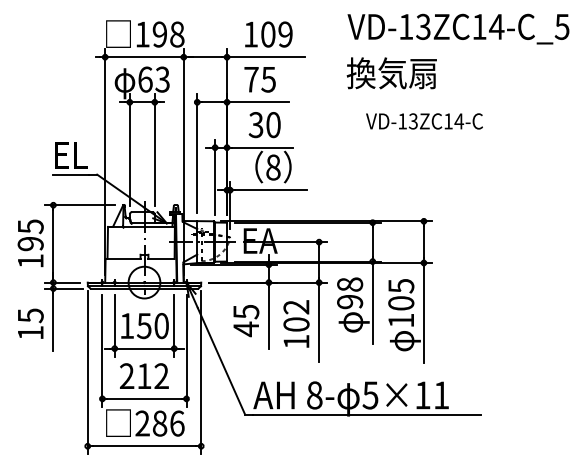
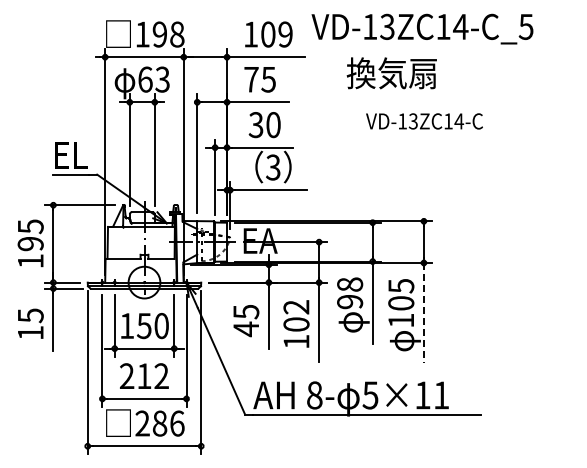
text at (458, 28) position: (458, 28) -> (422, 28)
text at (273, 167): 8 -> 3
line at (423, 312): solid -> dashed
